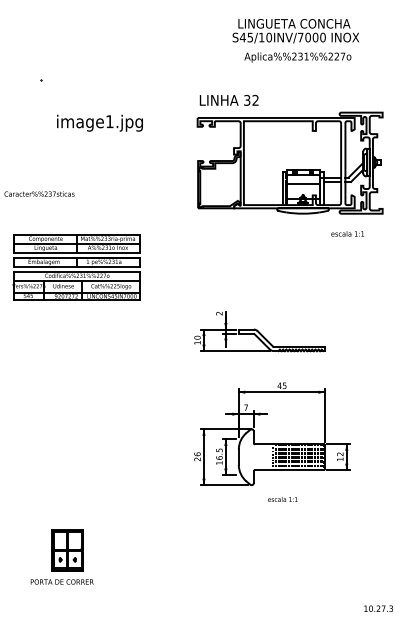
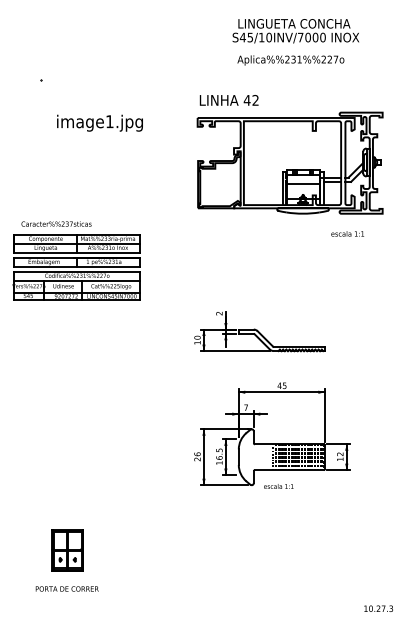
text at (297, 57) position: (297, 57) -> (290, 60)
text at (246, 99): 32 -> 42
text at (39, 193) position: (39, 193) -> (56, 223)
text at (282, 499) position: (282, 499) -> (278, 486)
text at (61, 581) position: (61, 581) -> (66, 588)
